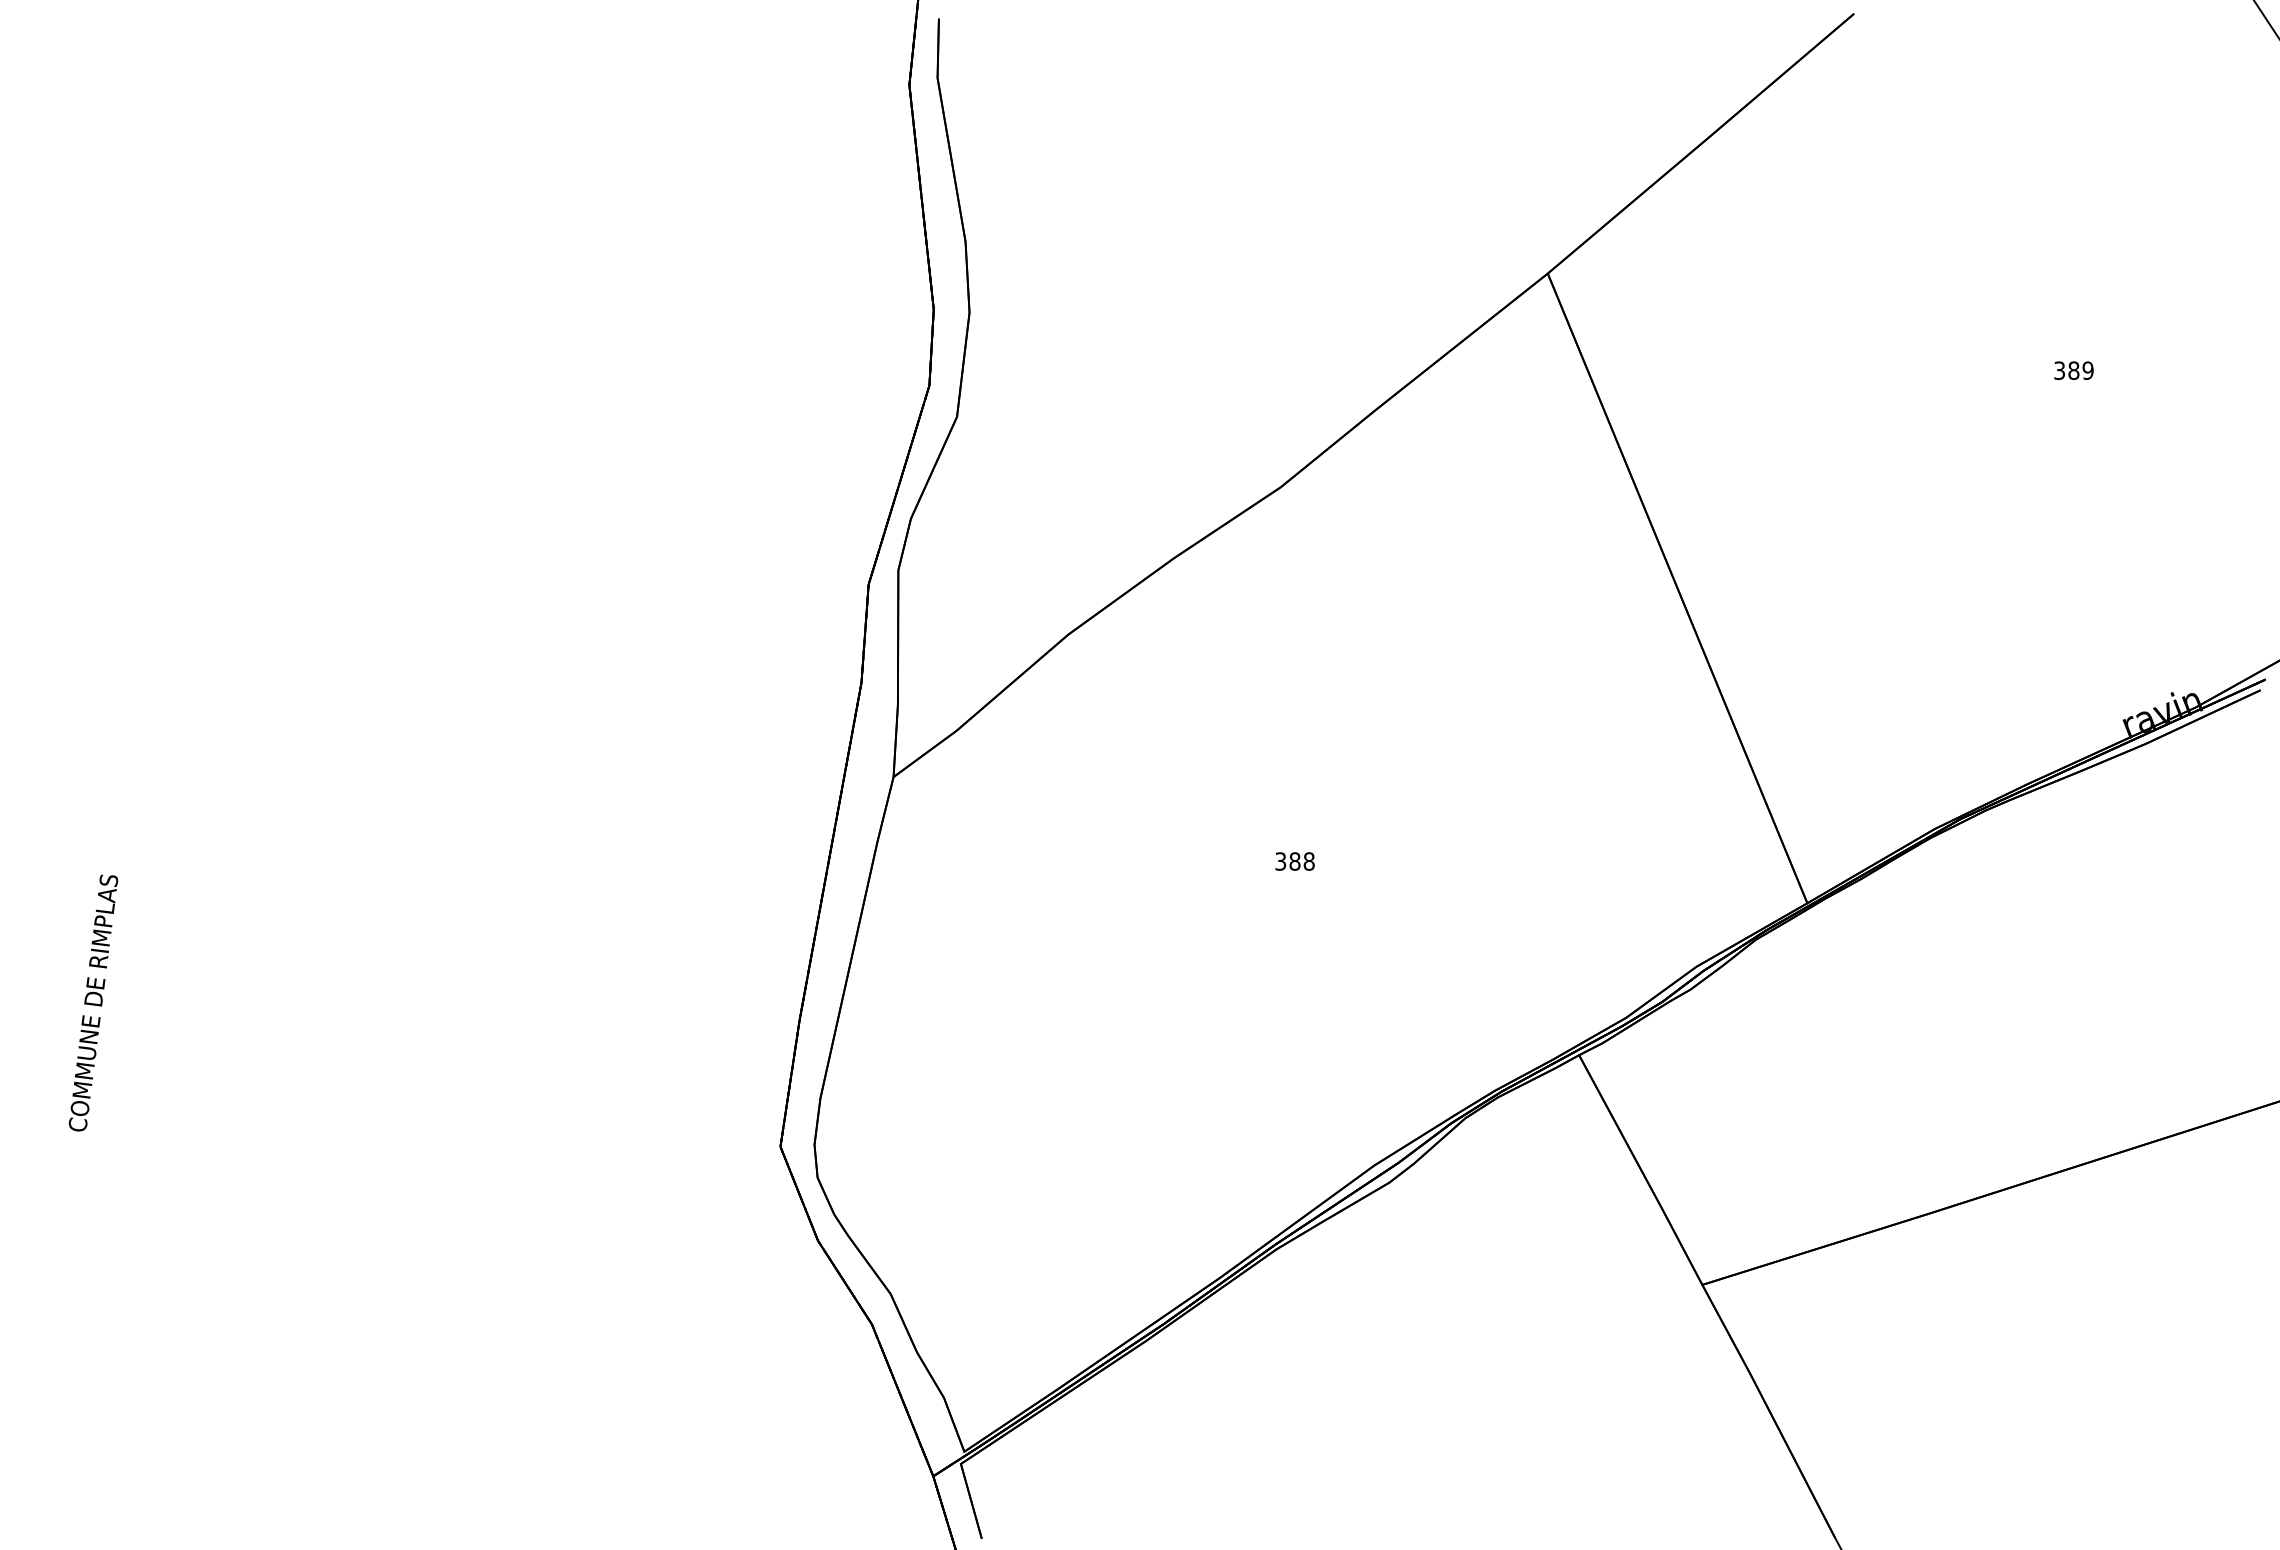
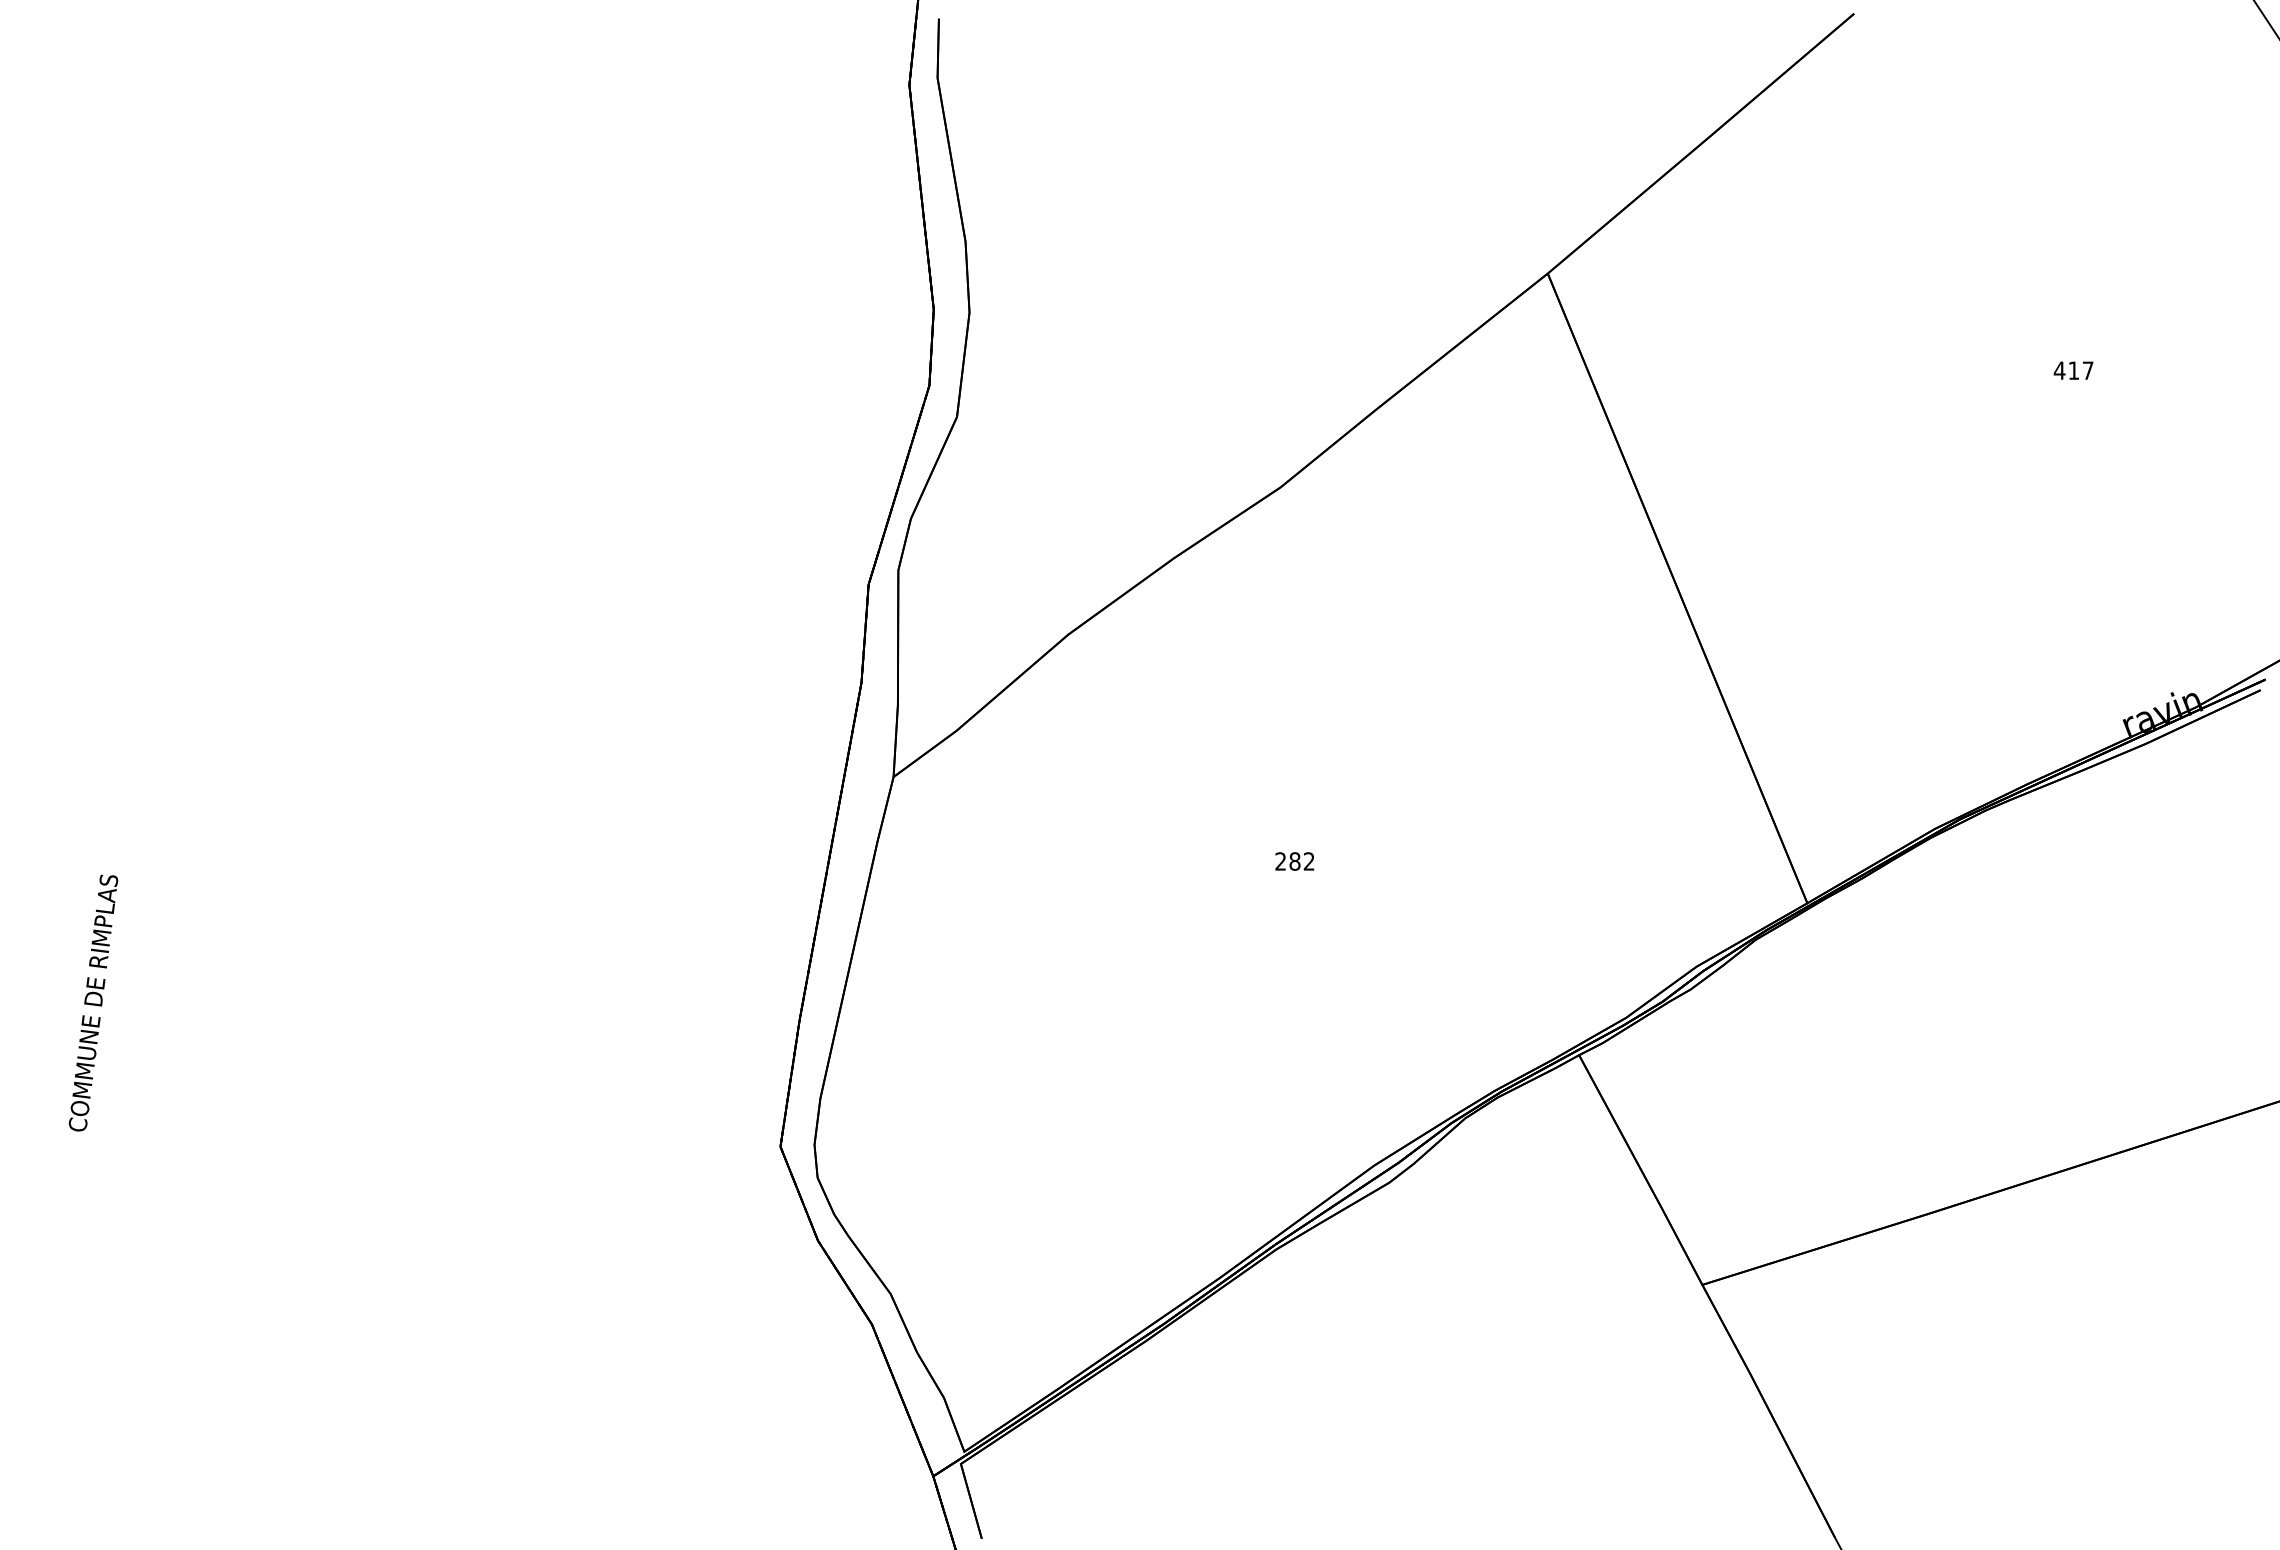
text at (2073, 370): 389 -> 417
text at (1294, 861): 388 -> 282
